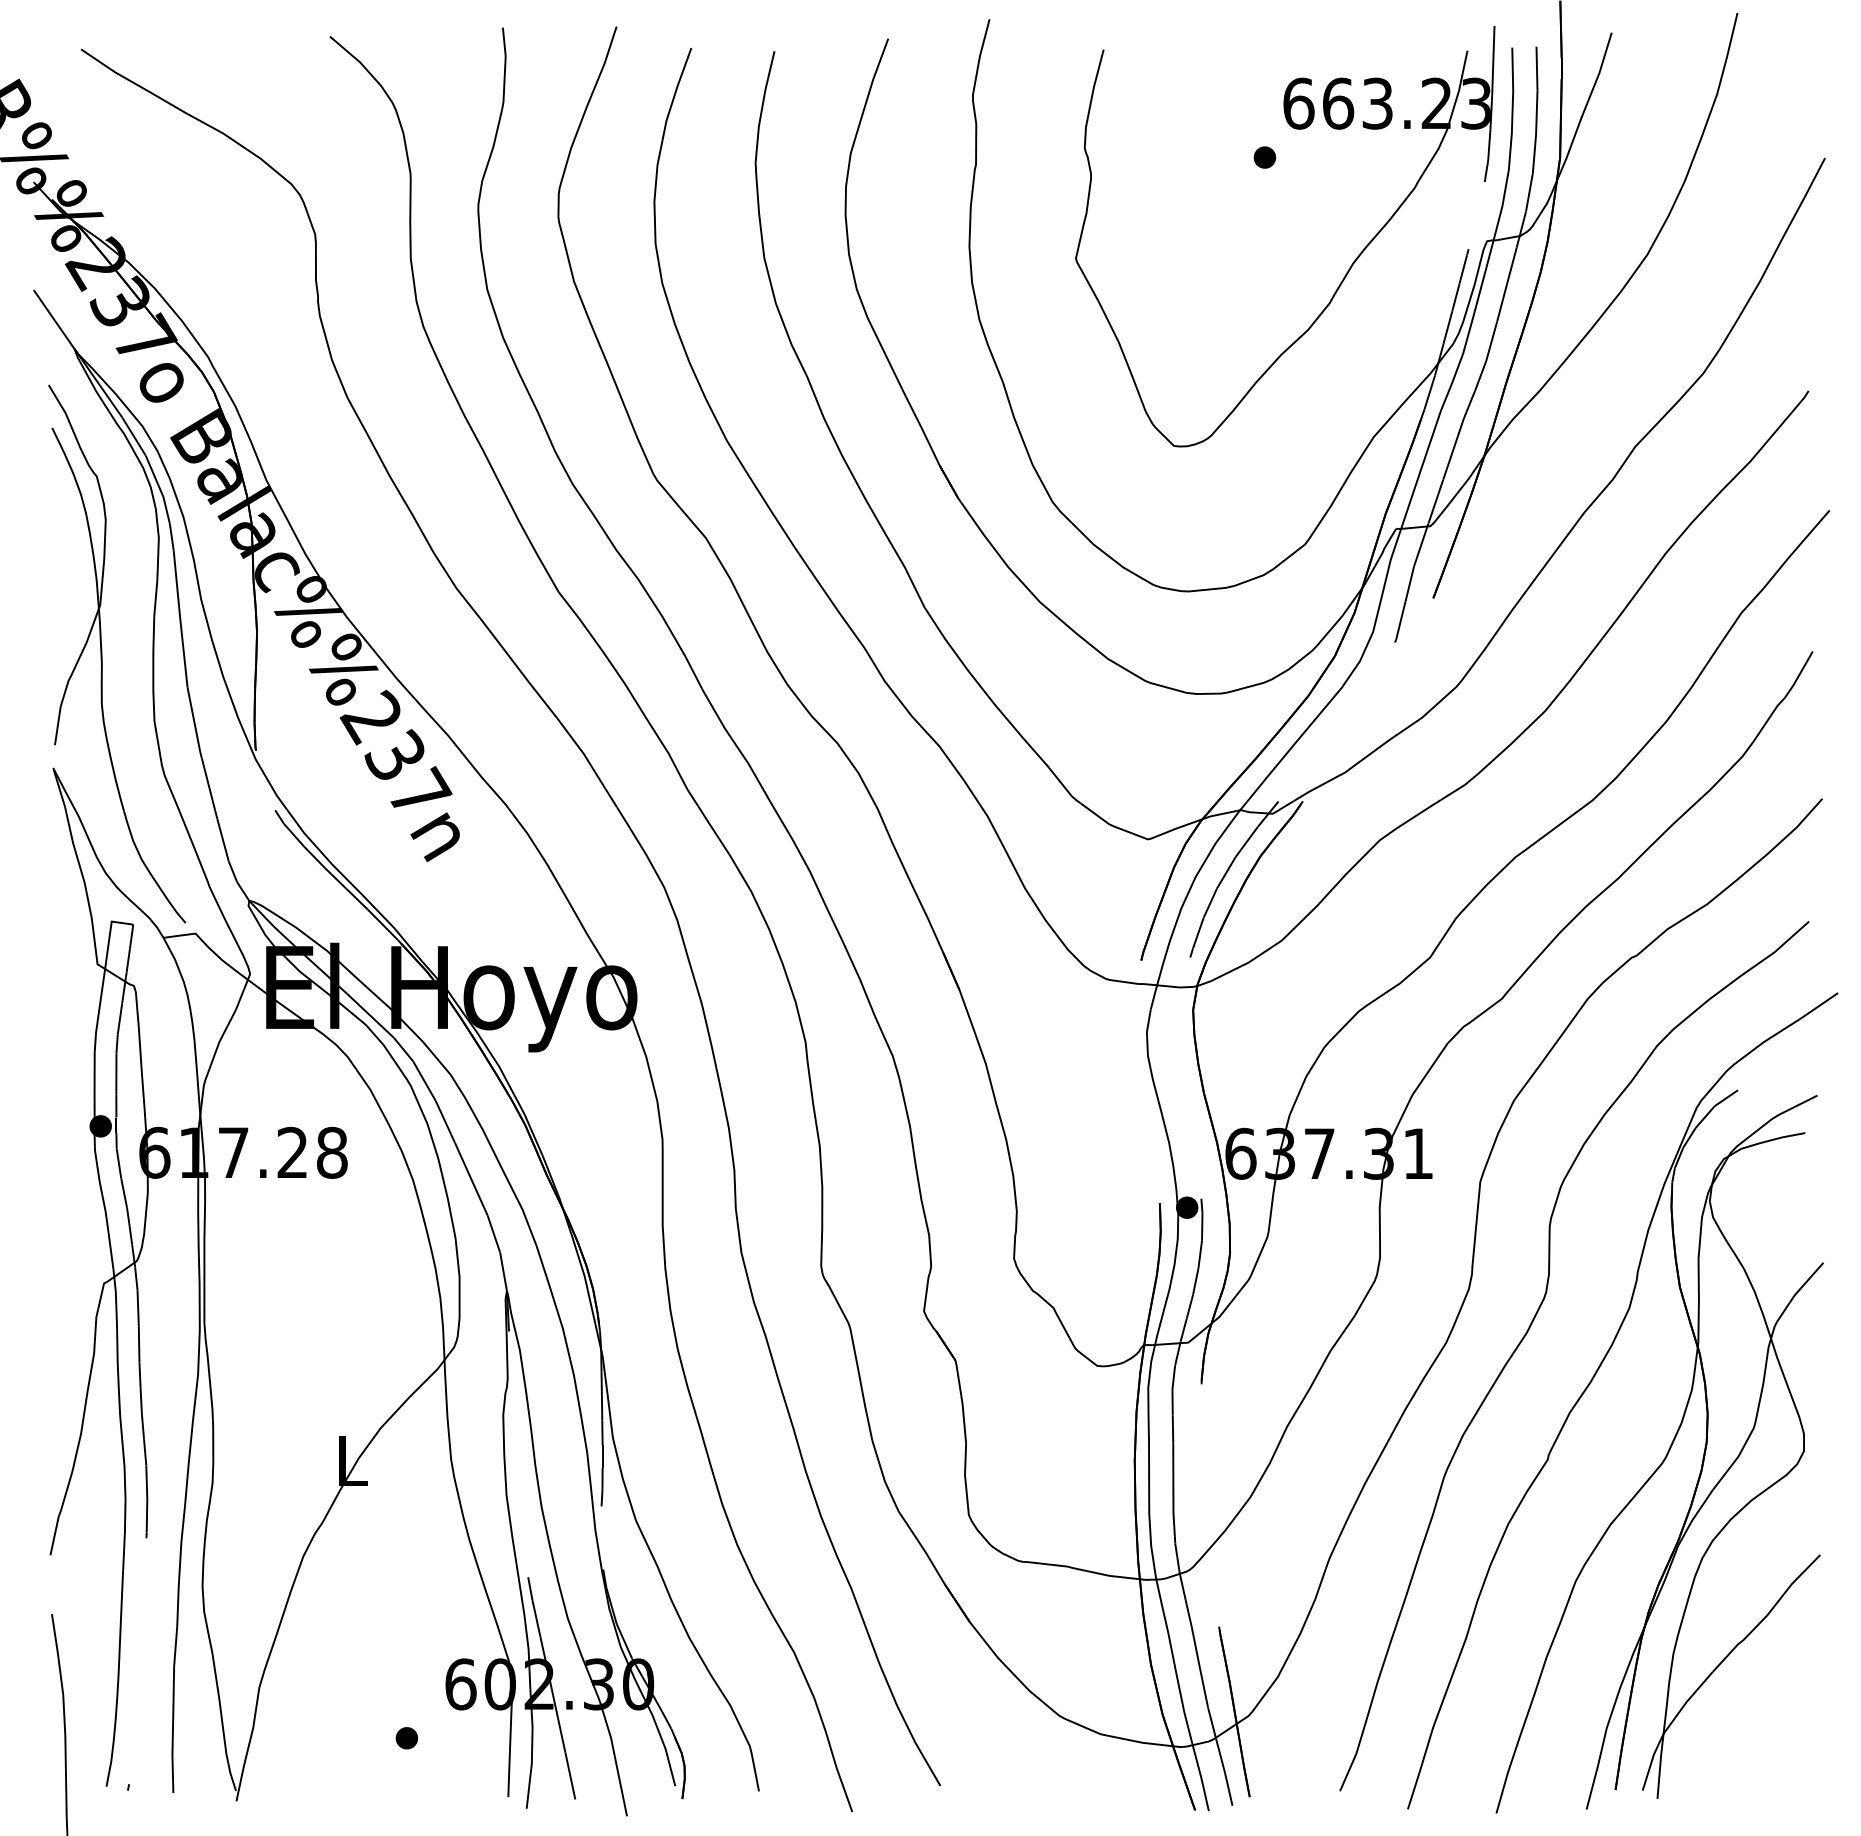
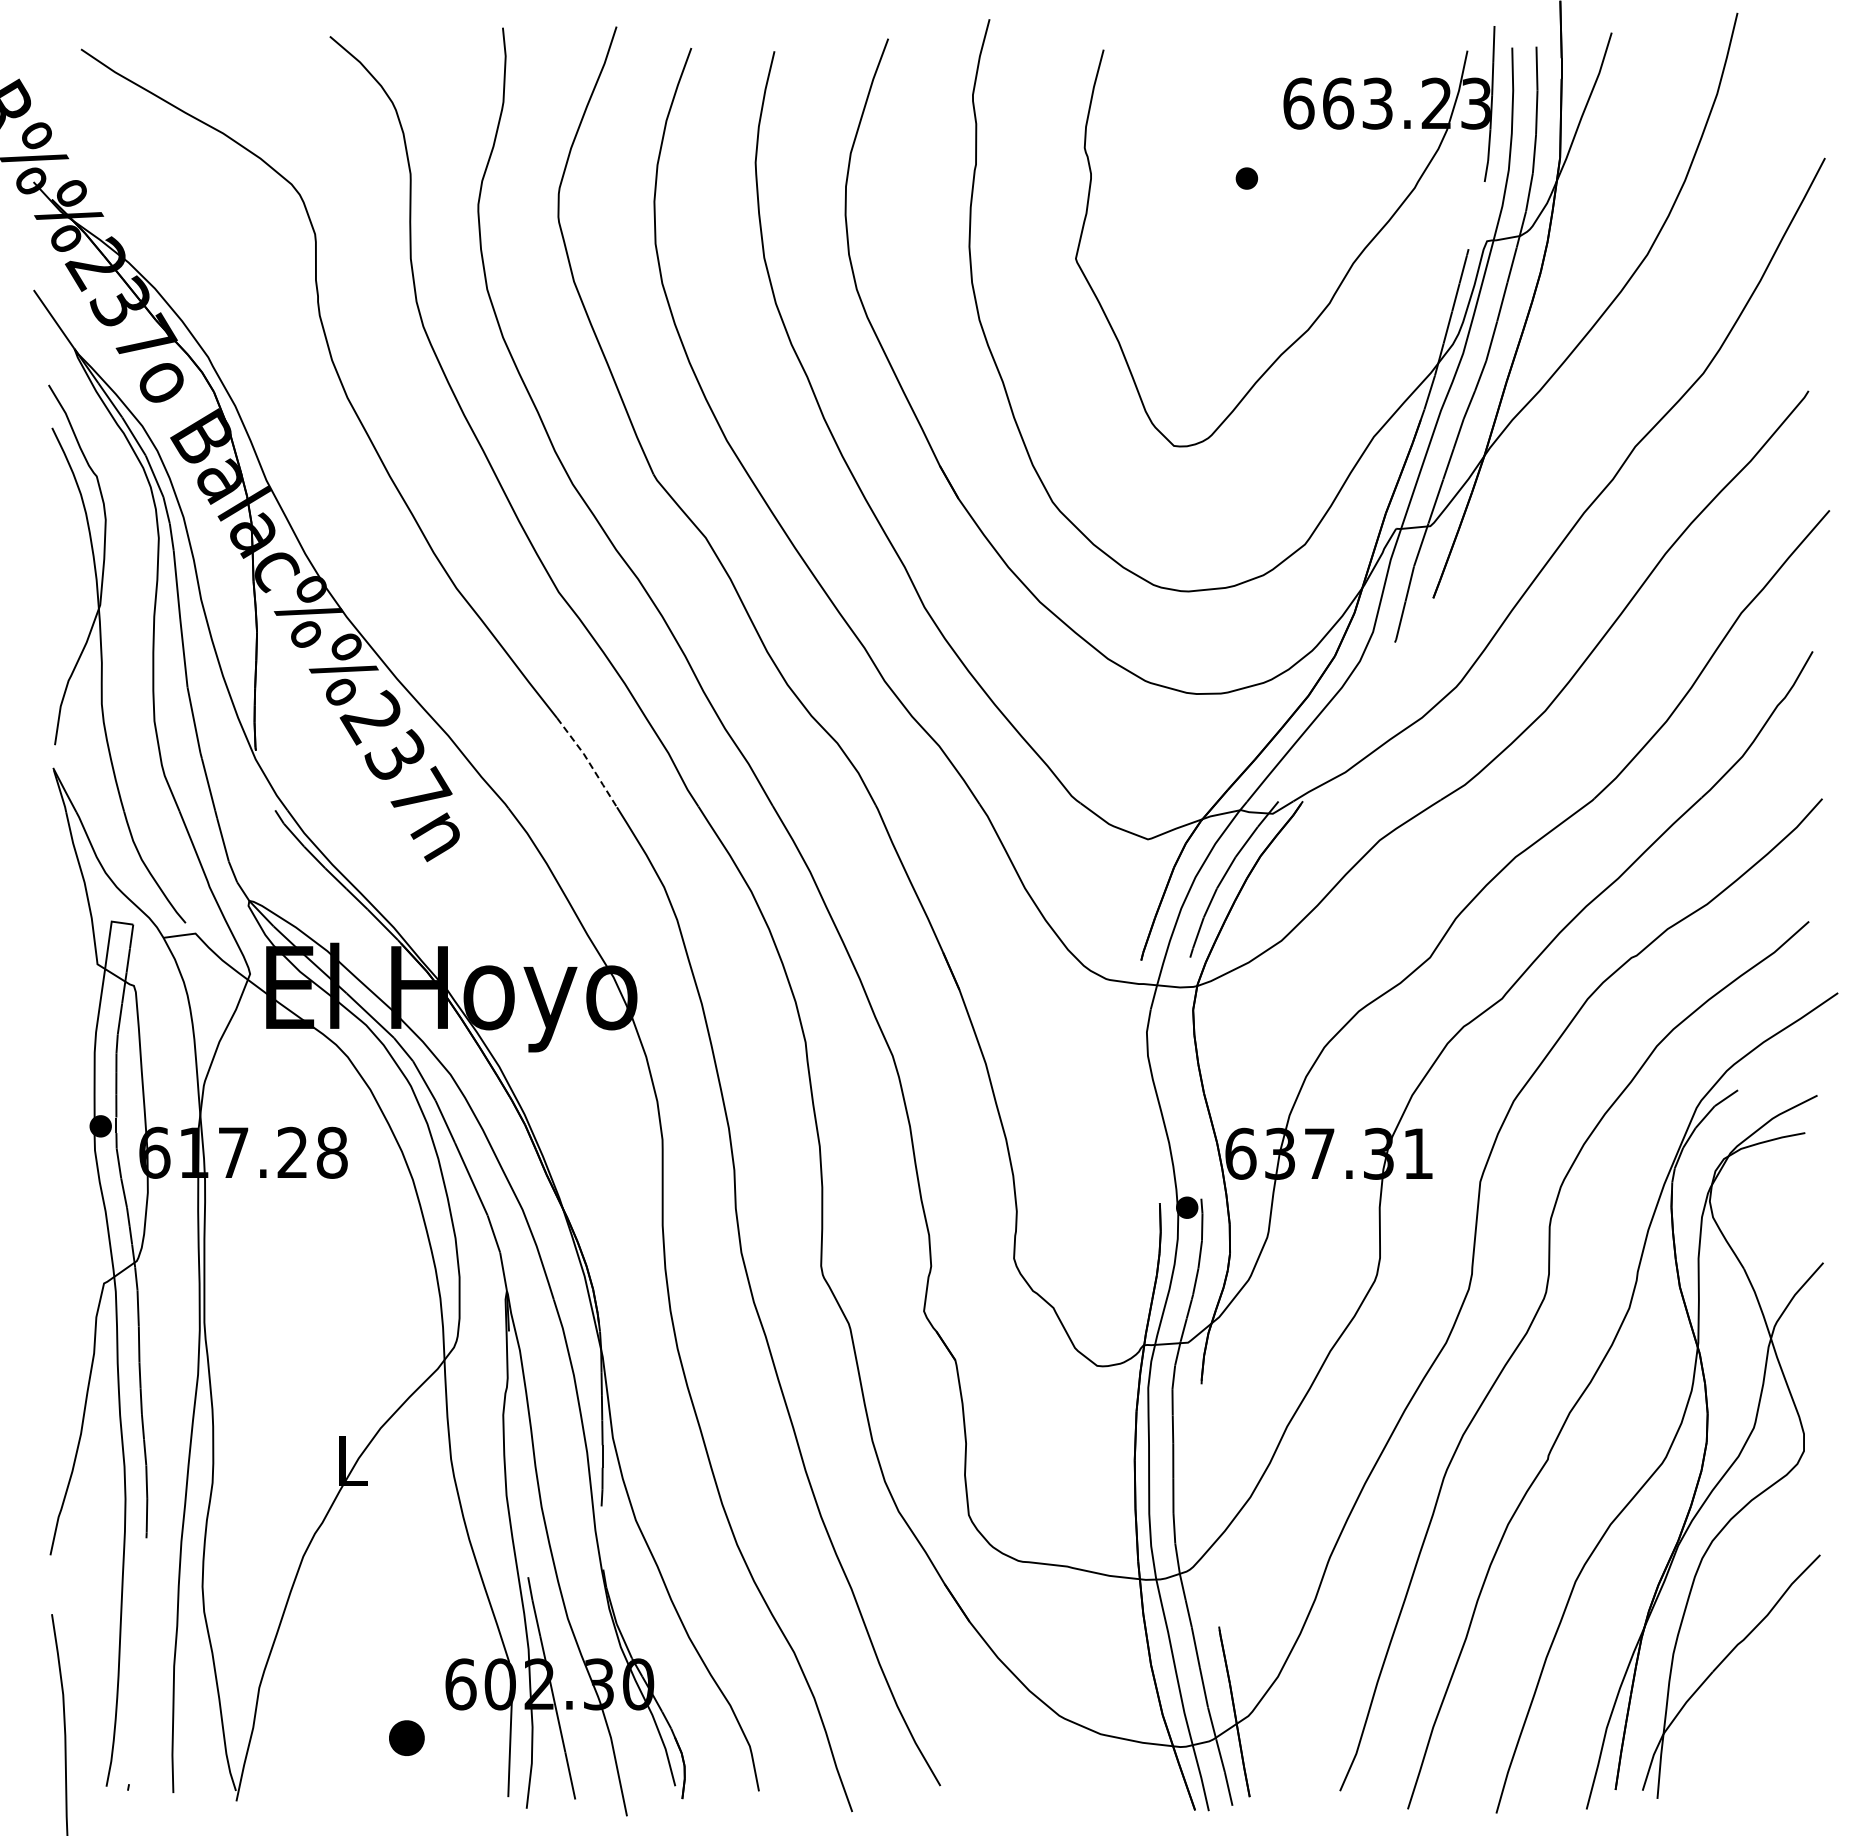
part at (1264, 157) position: (1264, 157) -> (1246, 178)
line at (588, 762): solid -> dashed
part at (406, 1738) size: 24x23 px -> 36x36 px
